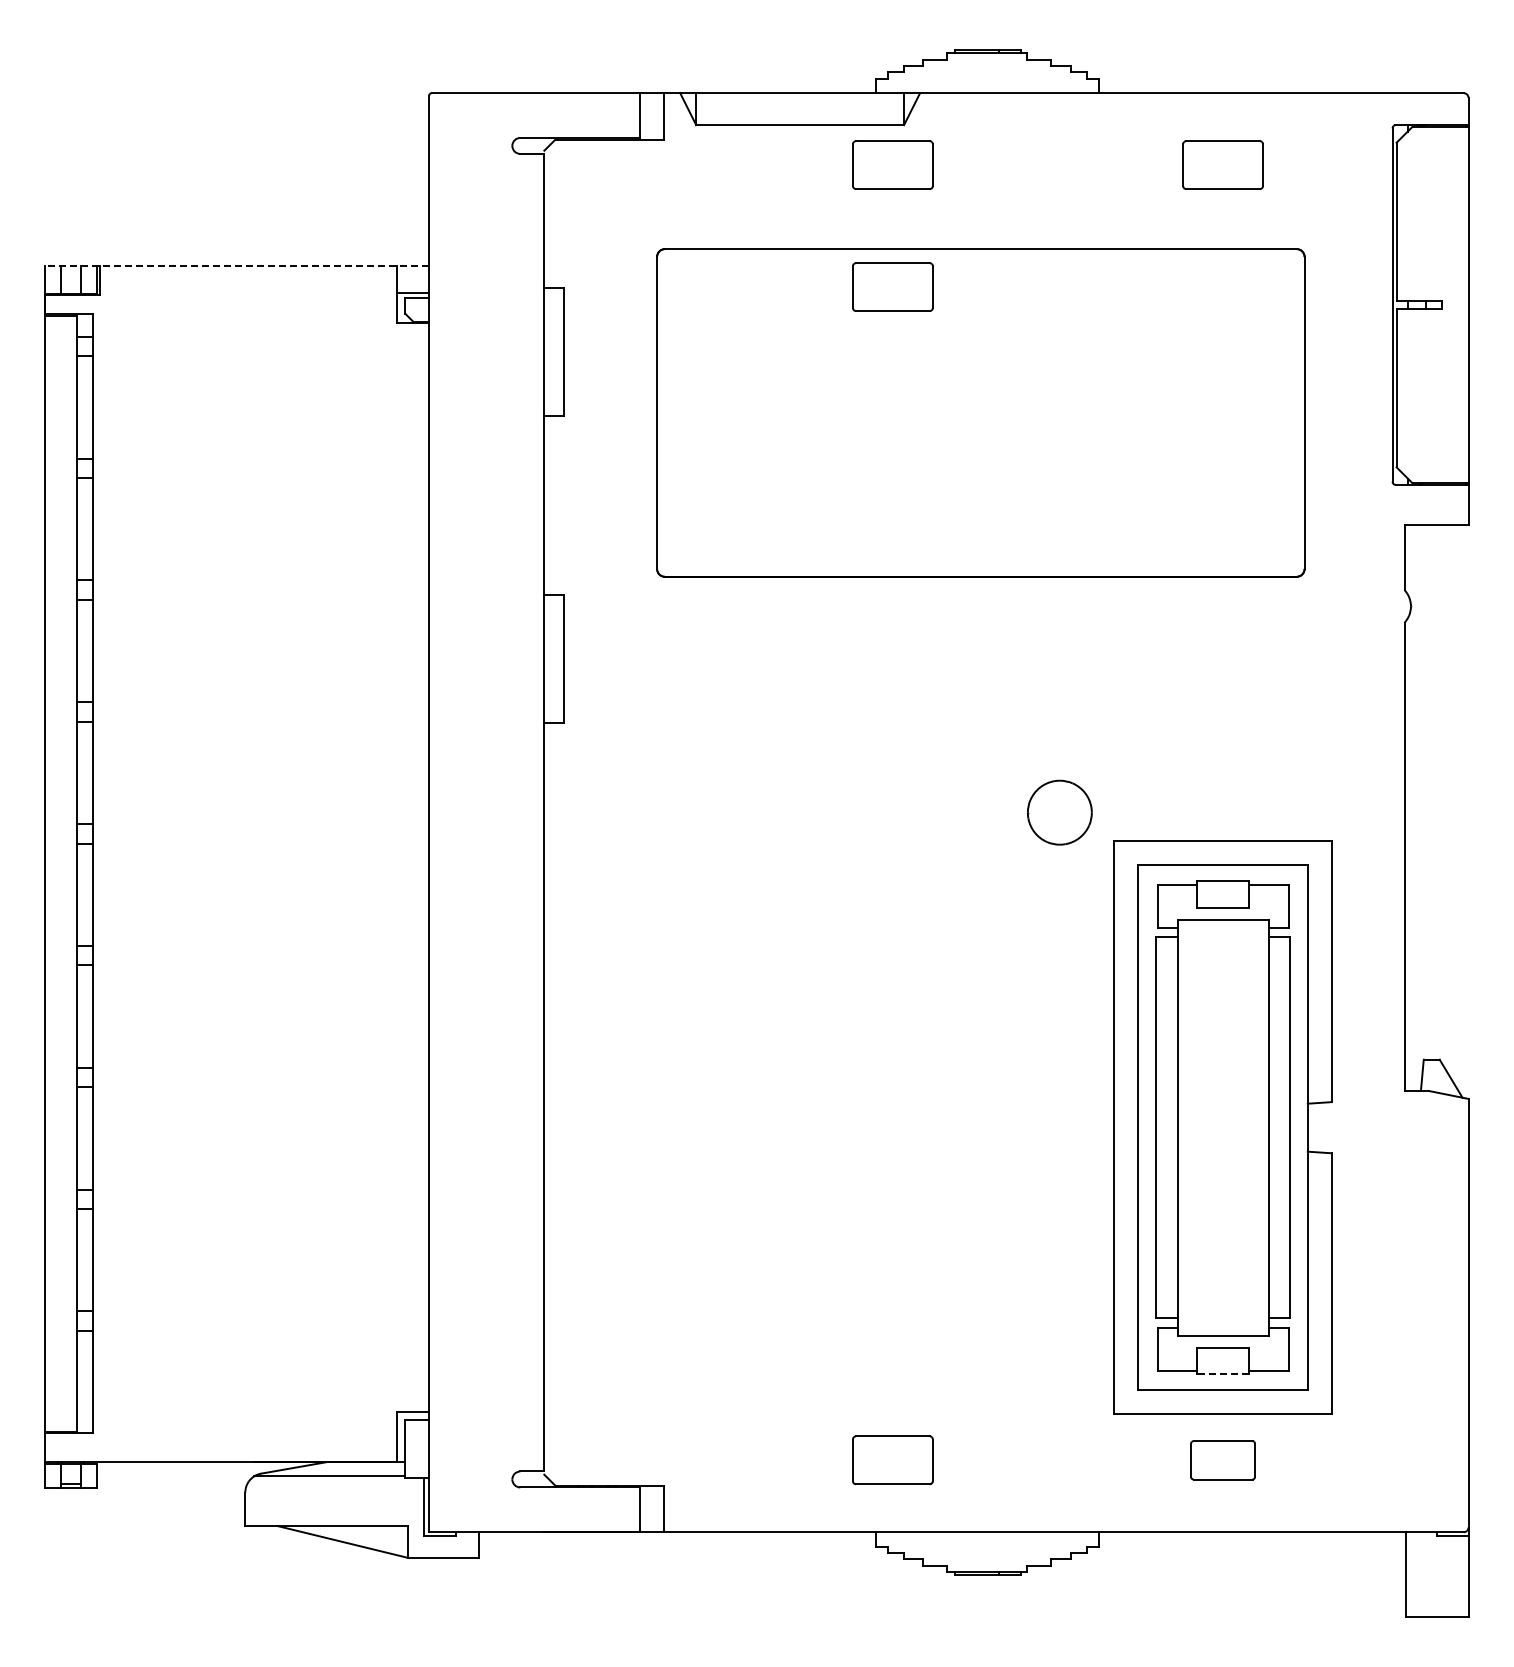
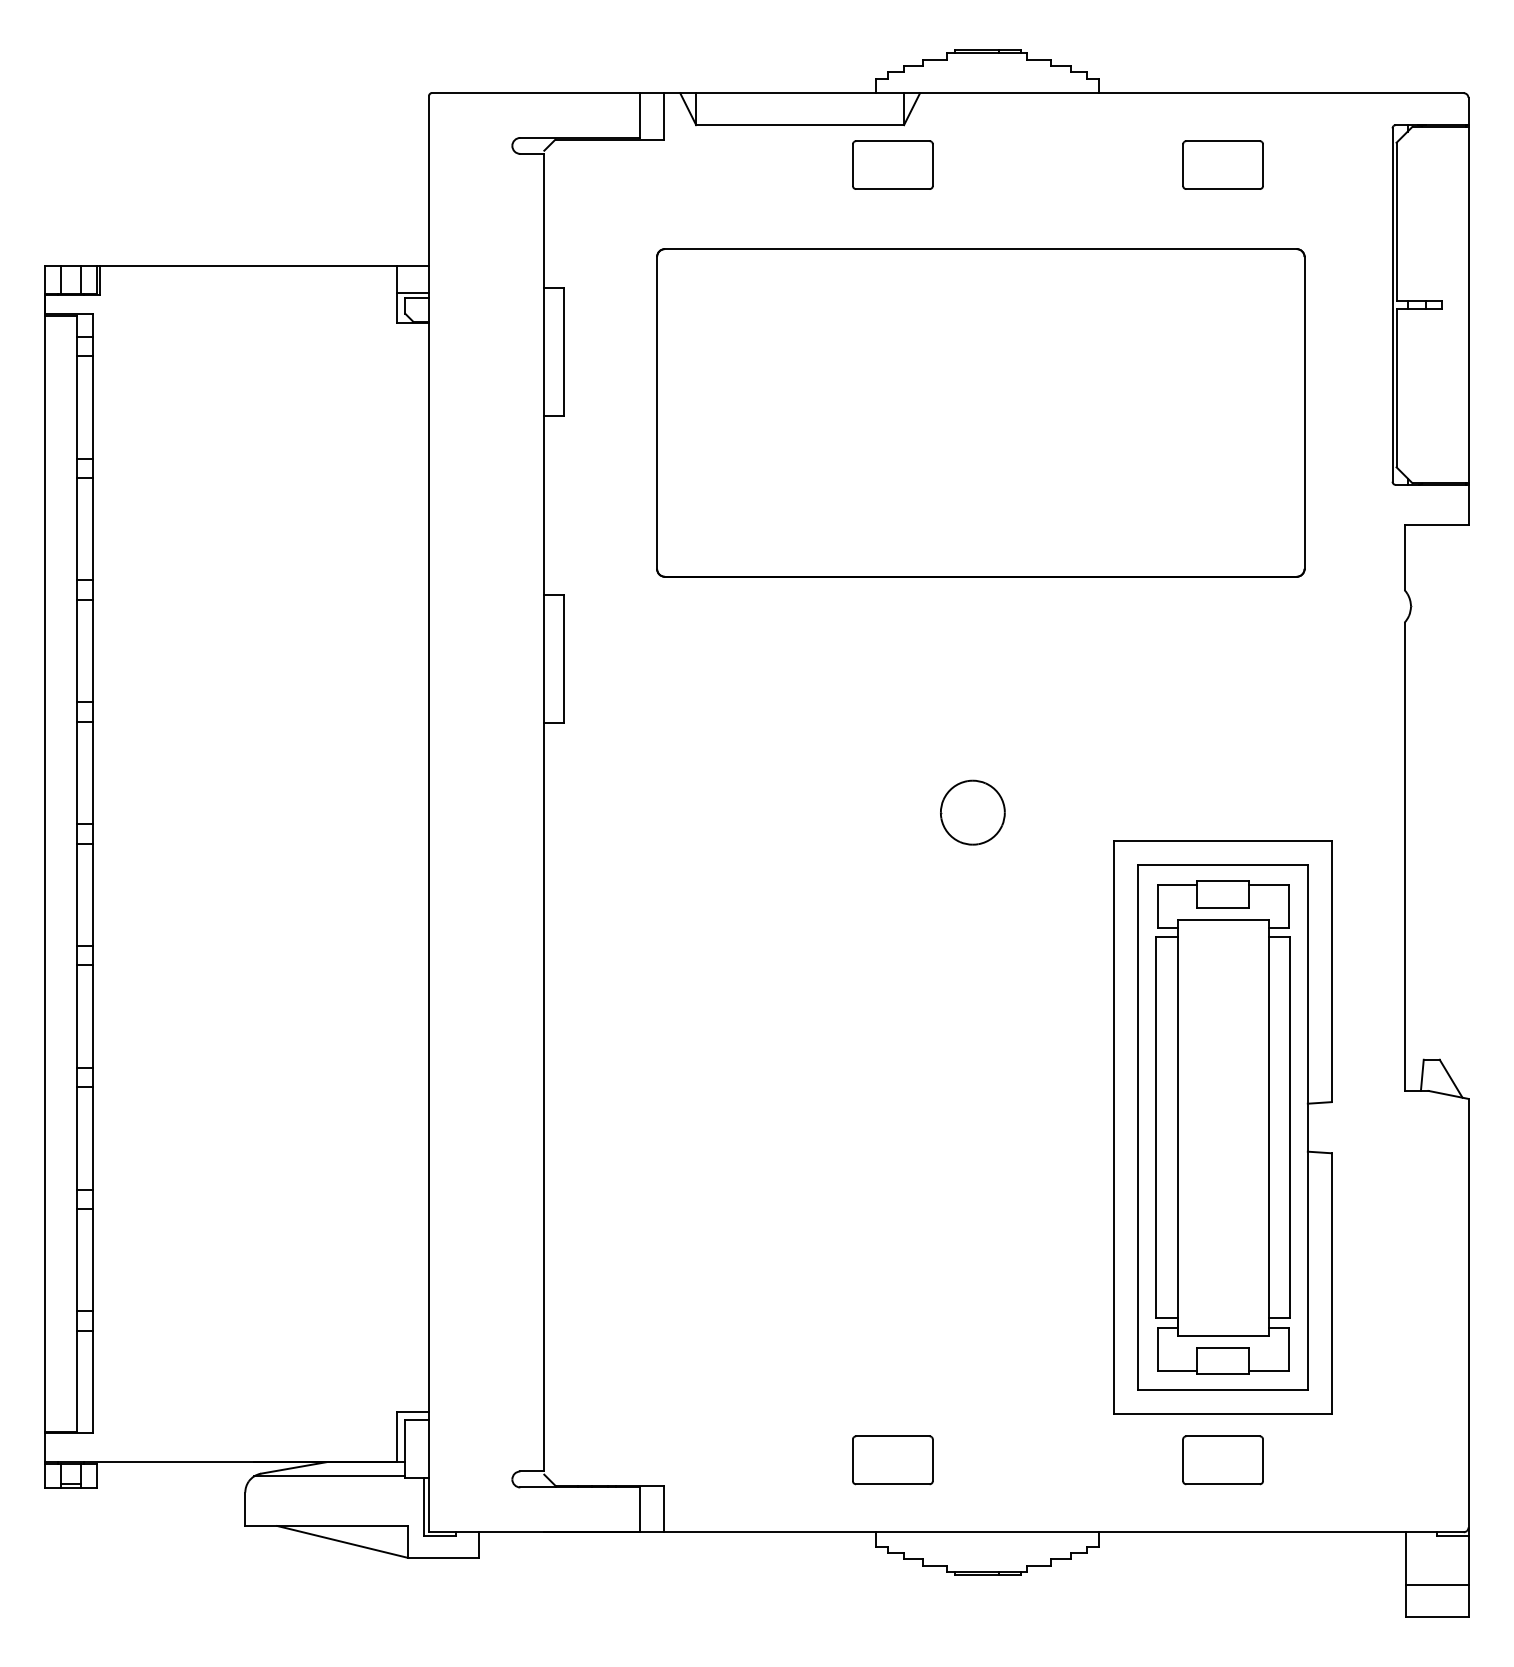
line at (237, 266): dashed -> solid
part at (892, 286): present -> none
part at (1059, 812) position: (1059, 812) -> (972, 812)
line at (1222, 1373): dashed -> solid
part at (1222, 1460) size: 66x41 px -> 82x51 px
line at (1437, 1585): none -> present
